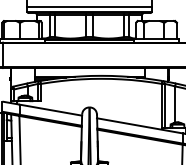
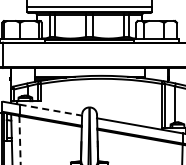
line at (50, 110): solid -> dashed
line at (20, 140): solid -> dashed
